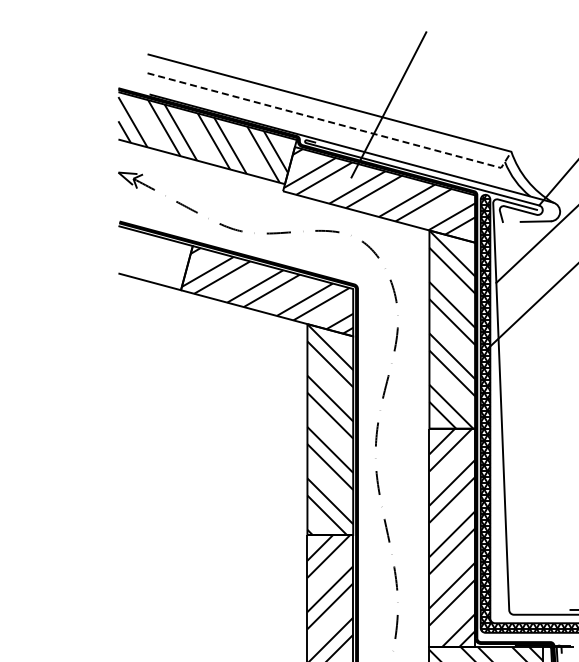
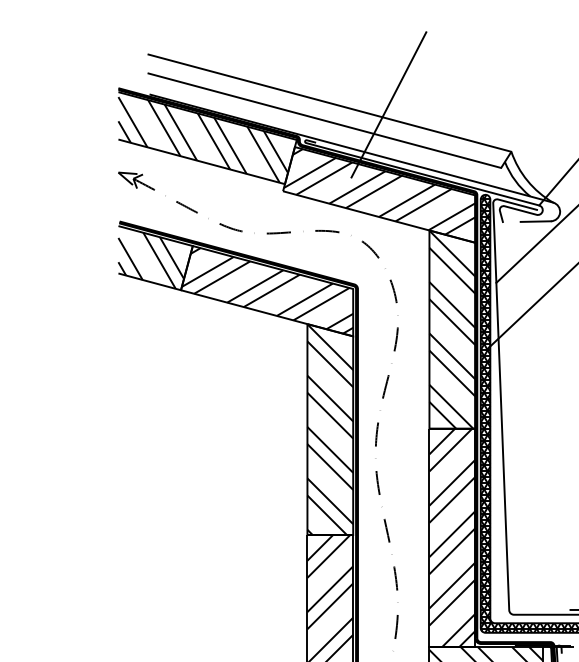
line at (334, 123): dashed -> solid
hatch at (151, 260): none -> present
